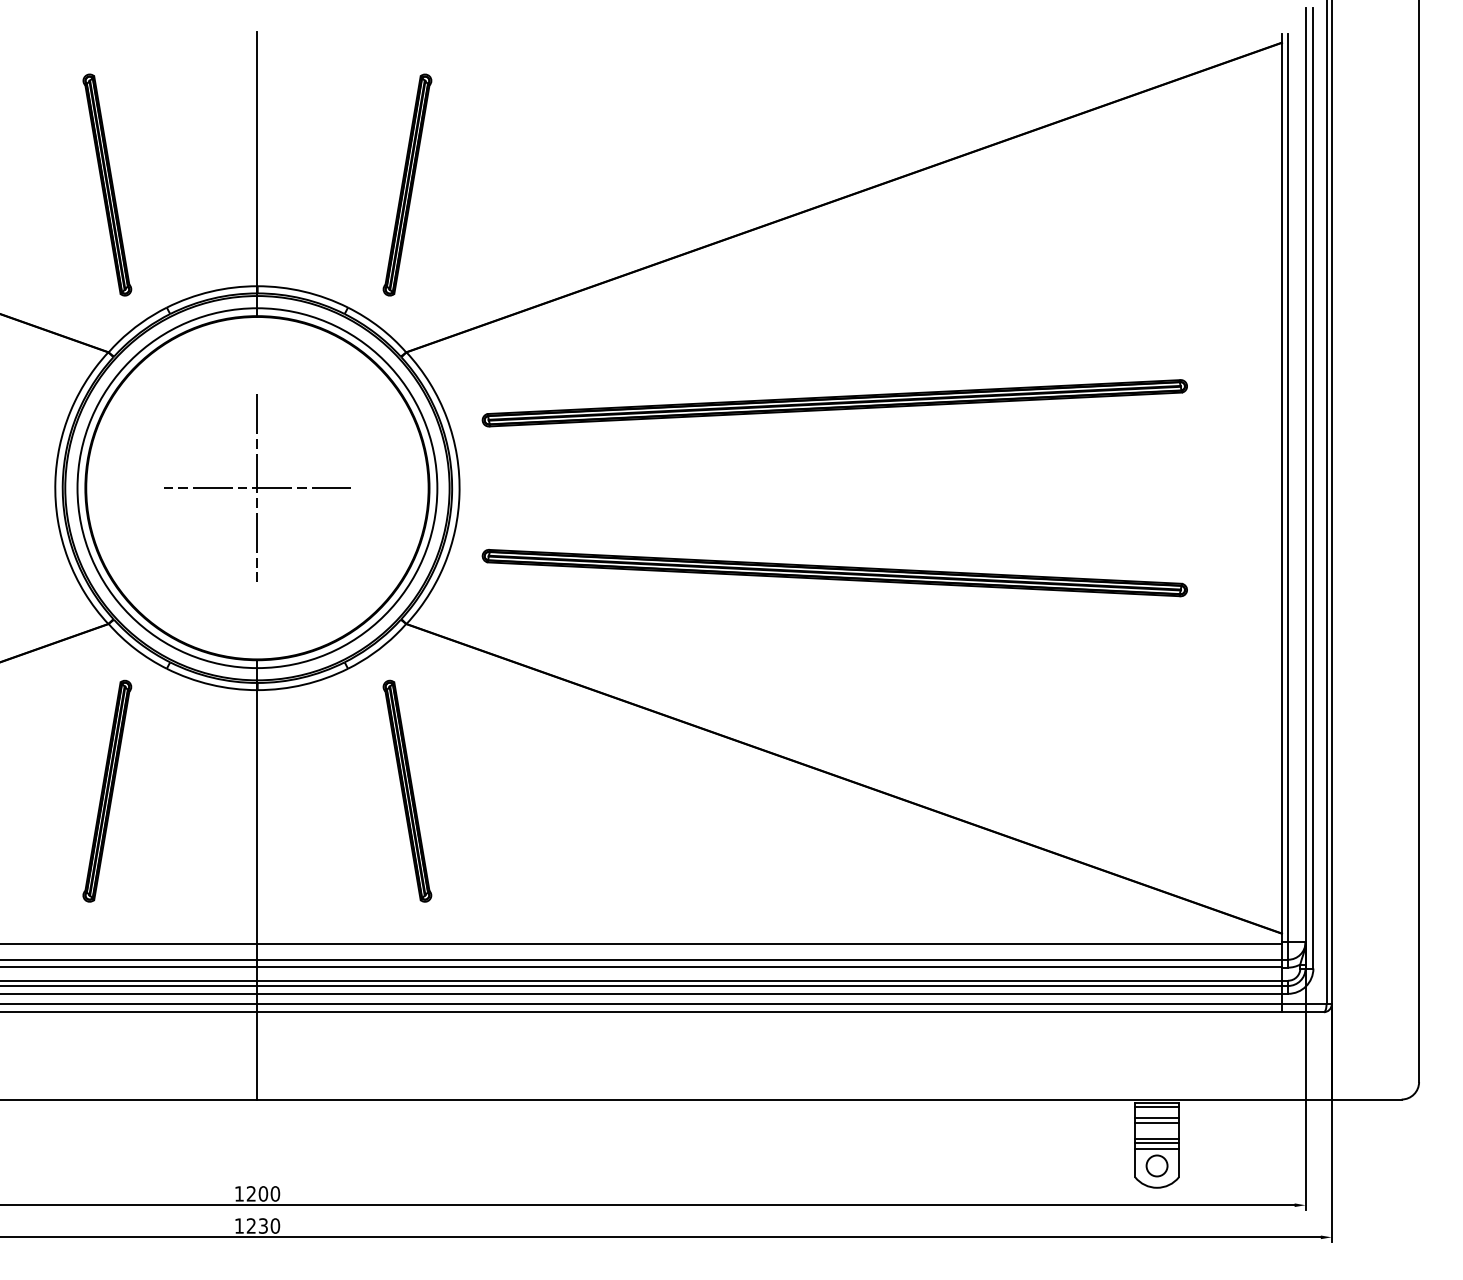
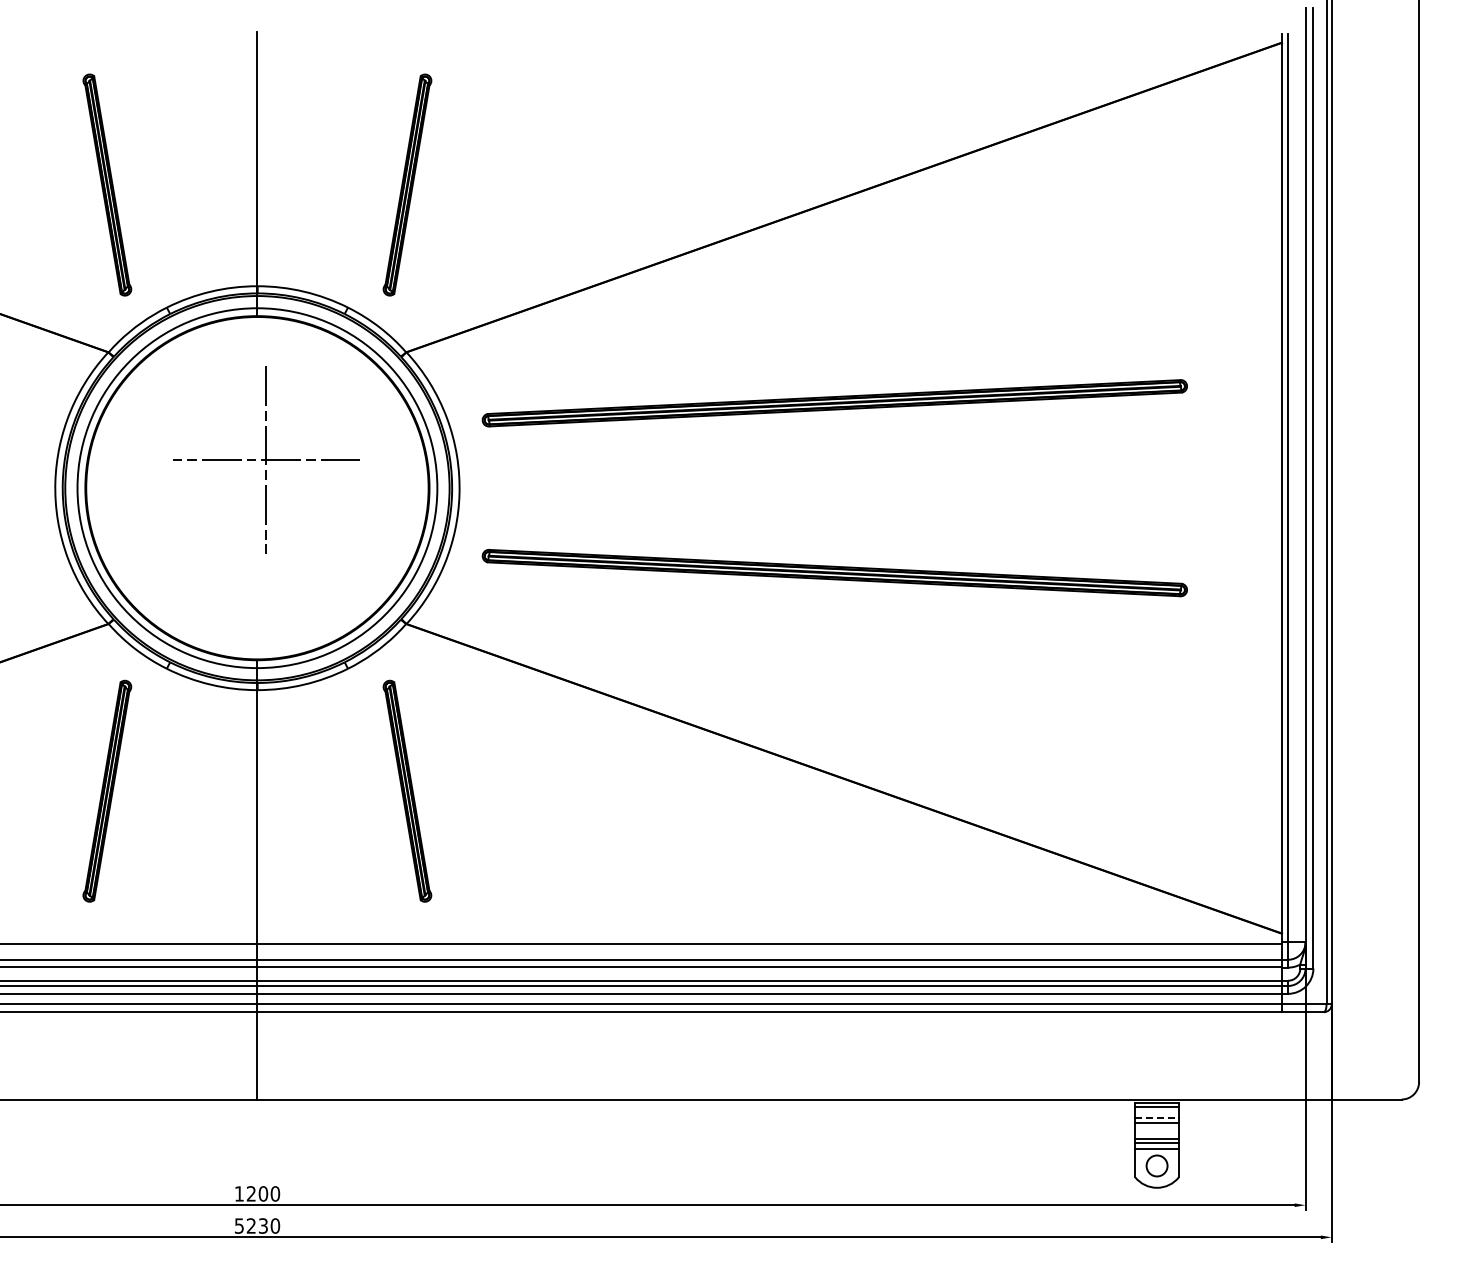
part at (257, 487) position: (257, 487) -> (266, 459)
line at (1157, 1118): solid -> dashed
text at (239, 1225): 1230 -> 5230
